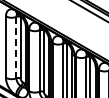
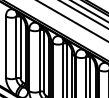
line at (83, 14): none -> present
line at (72, 21): none -> present
line at (16, 47): dashed -> solid
